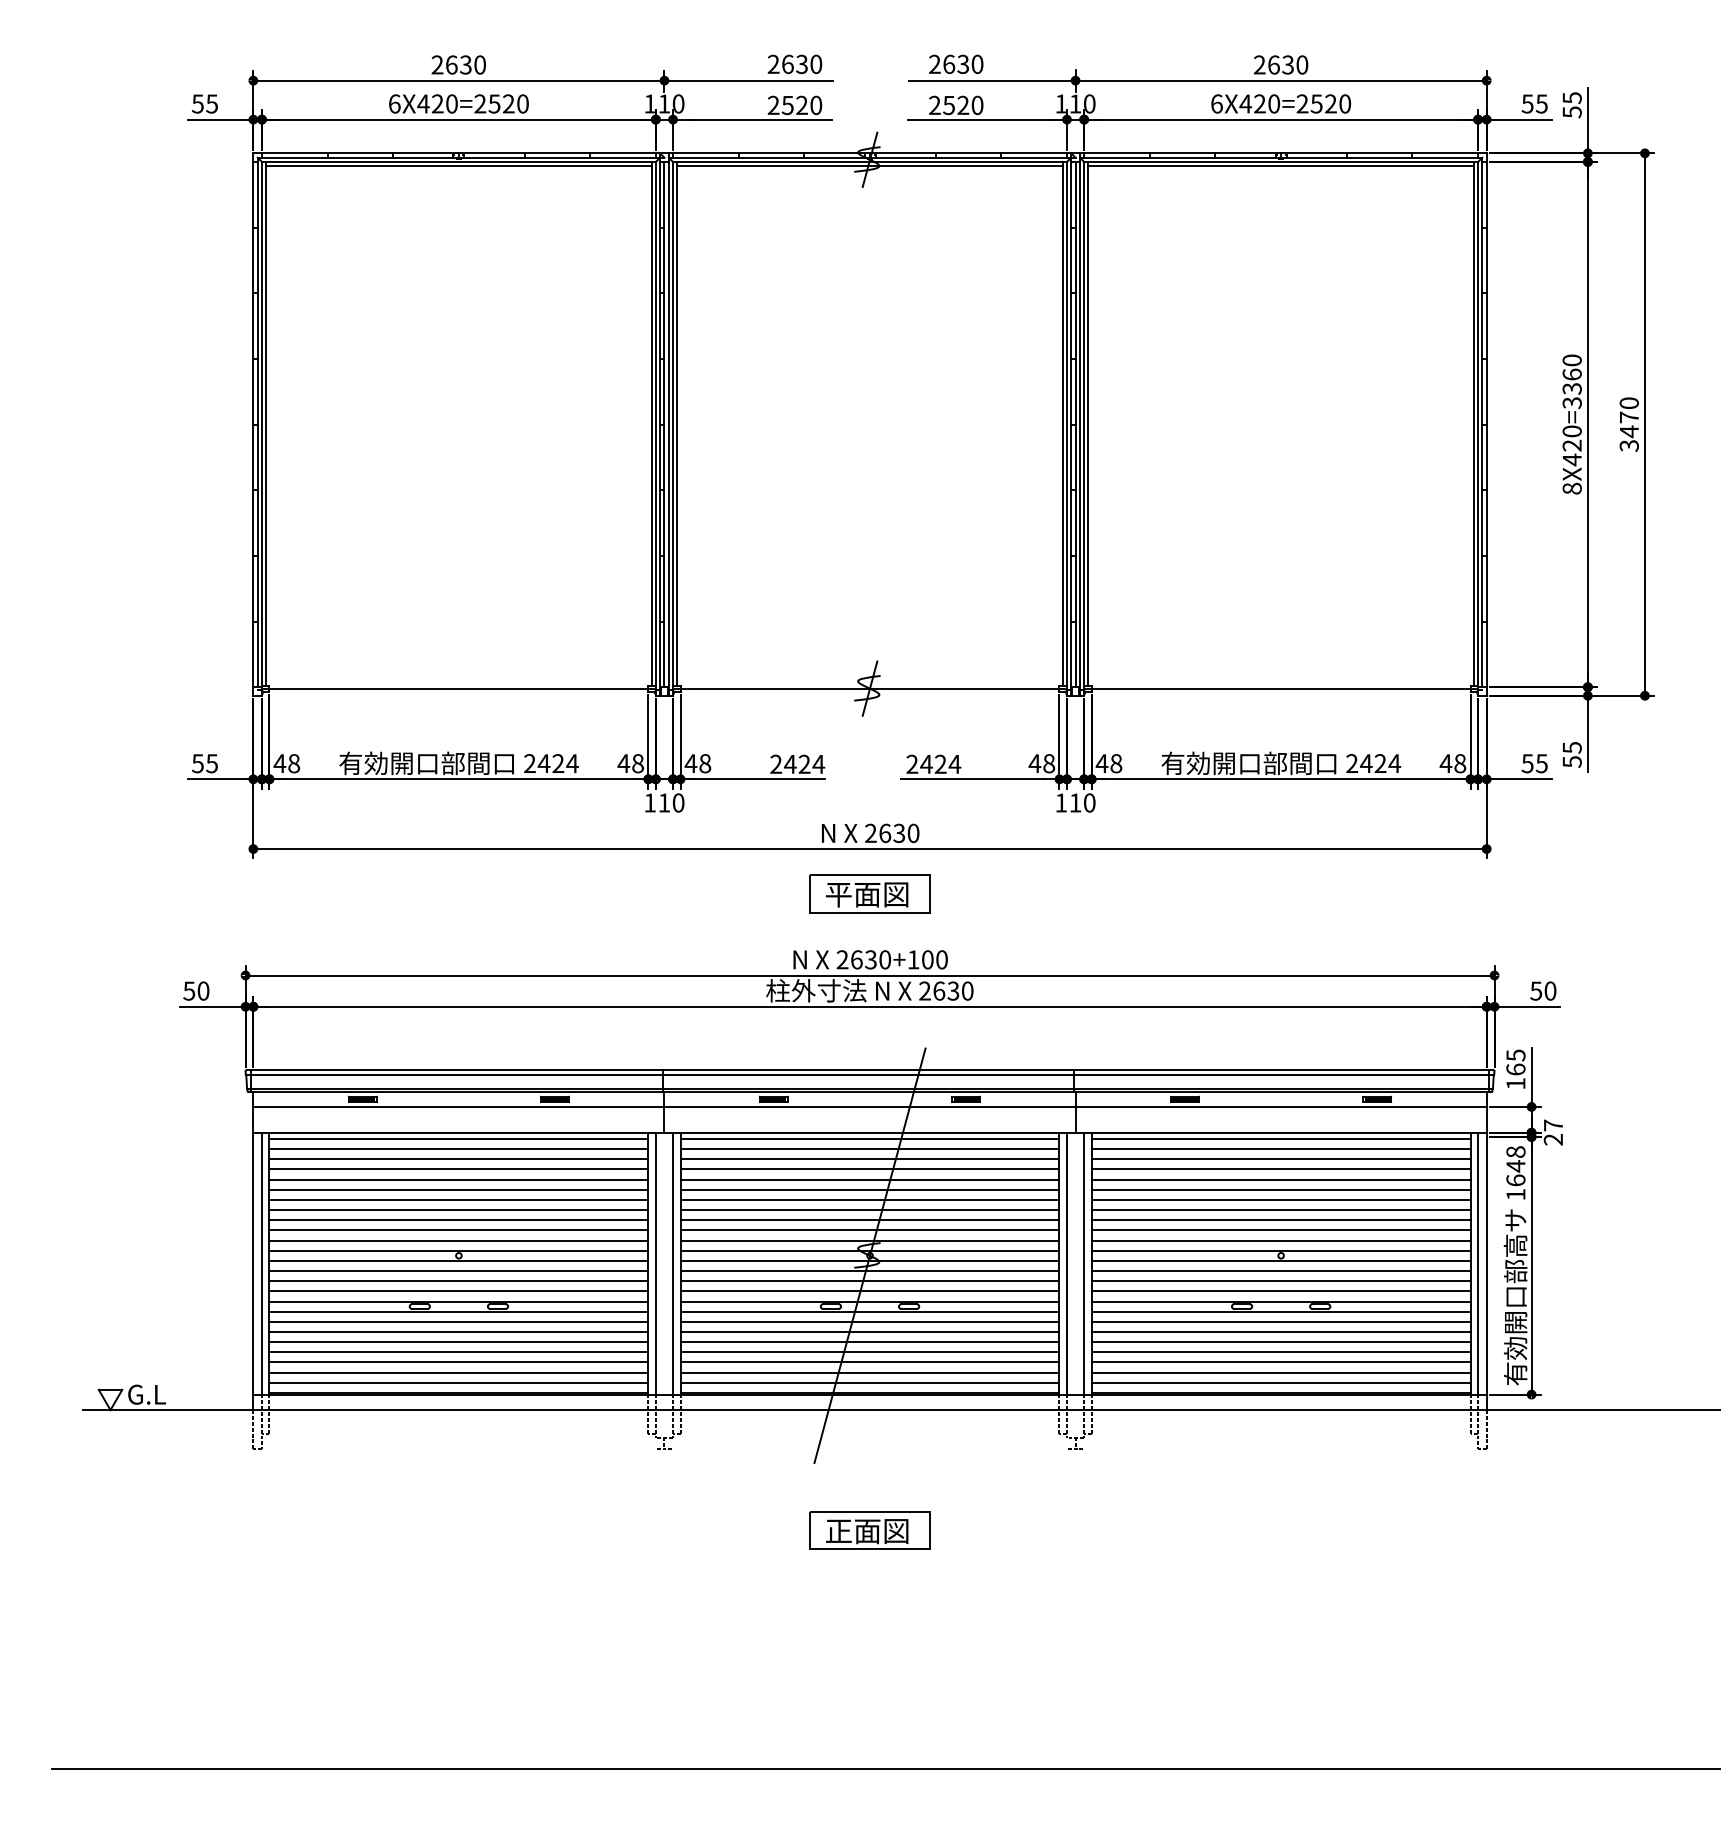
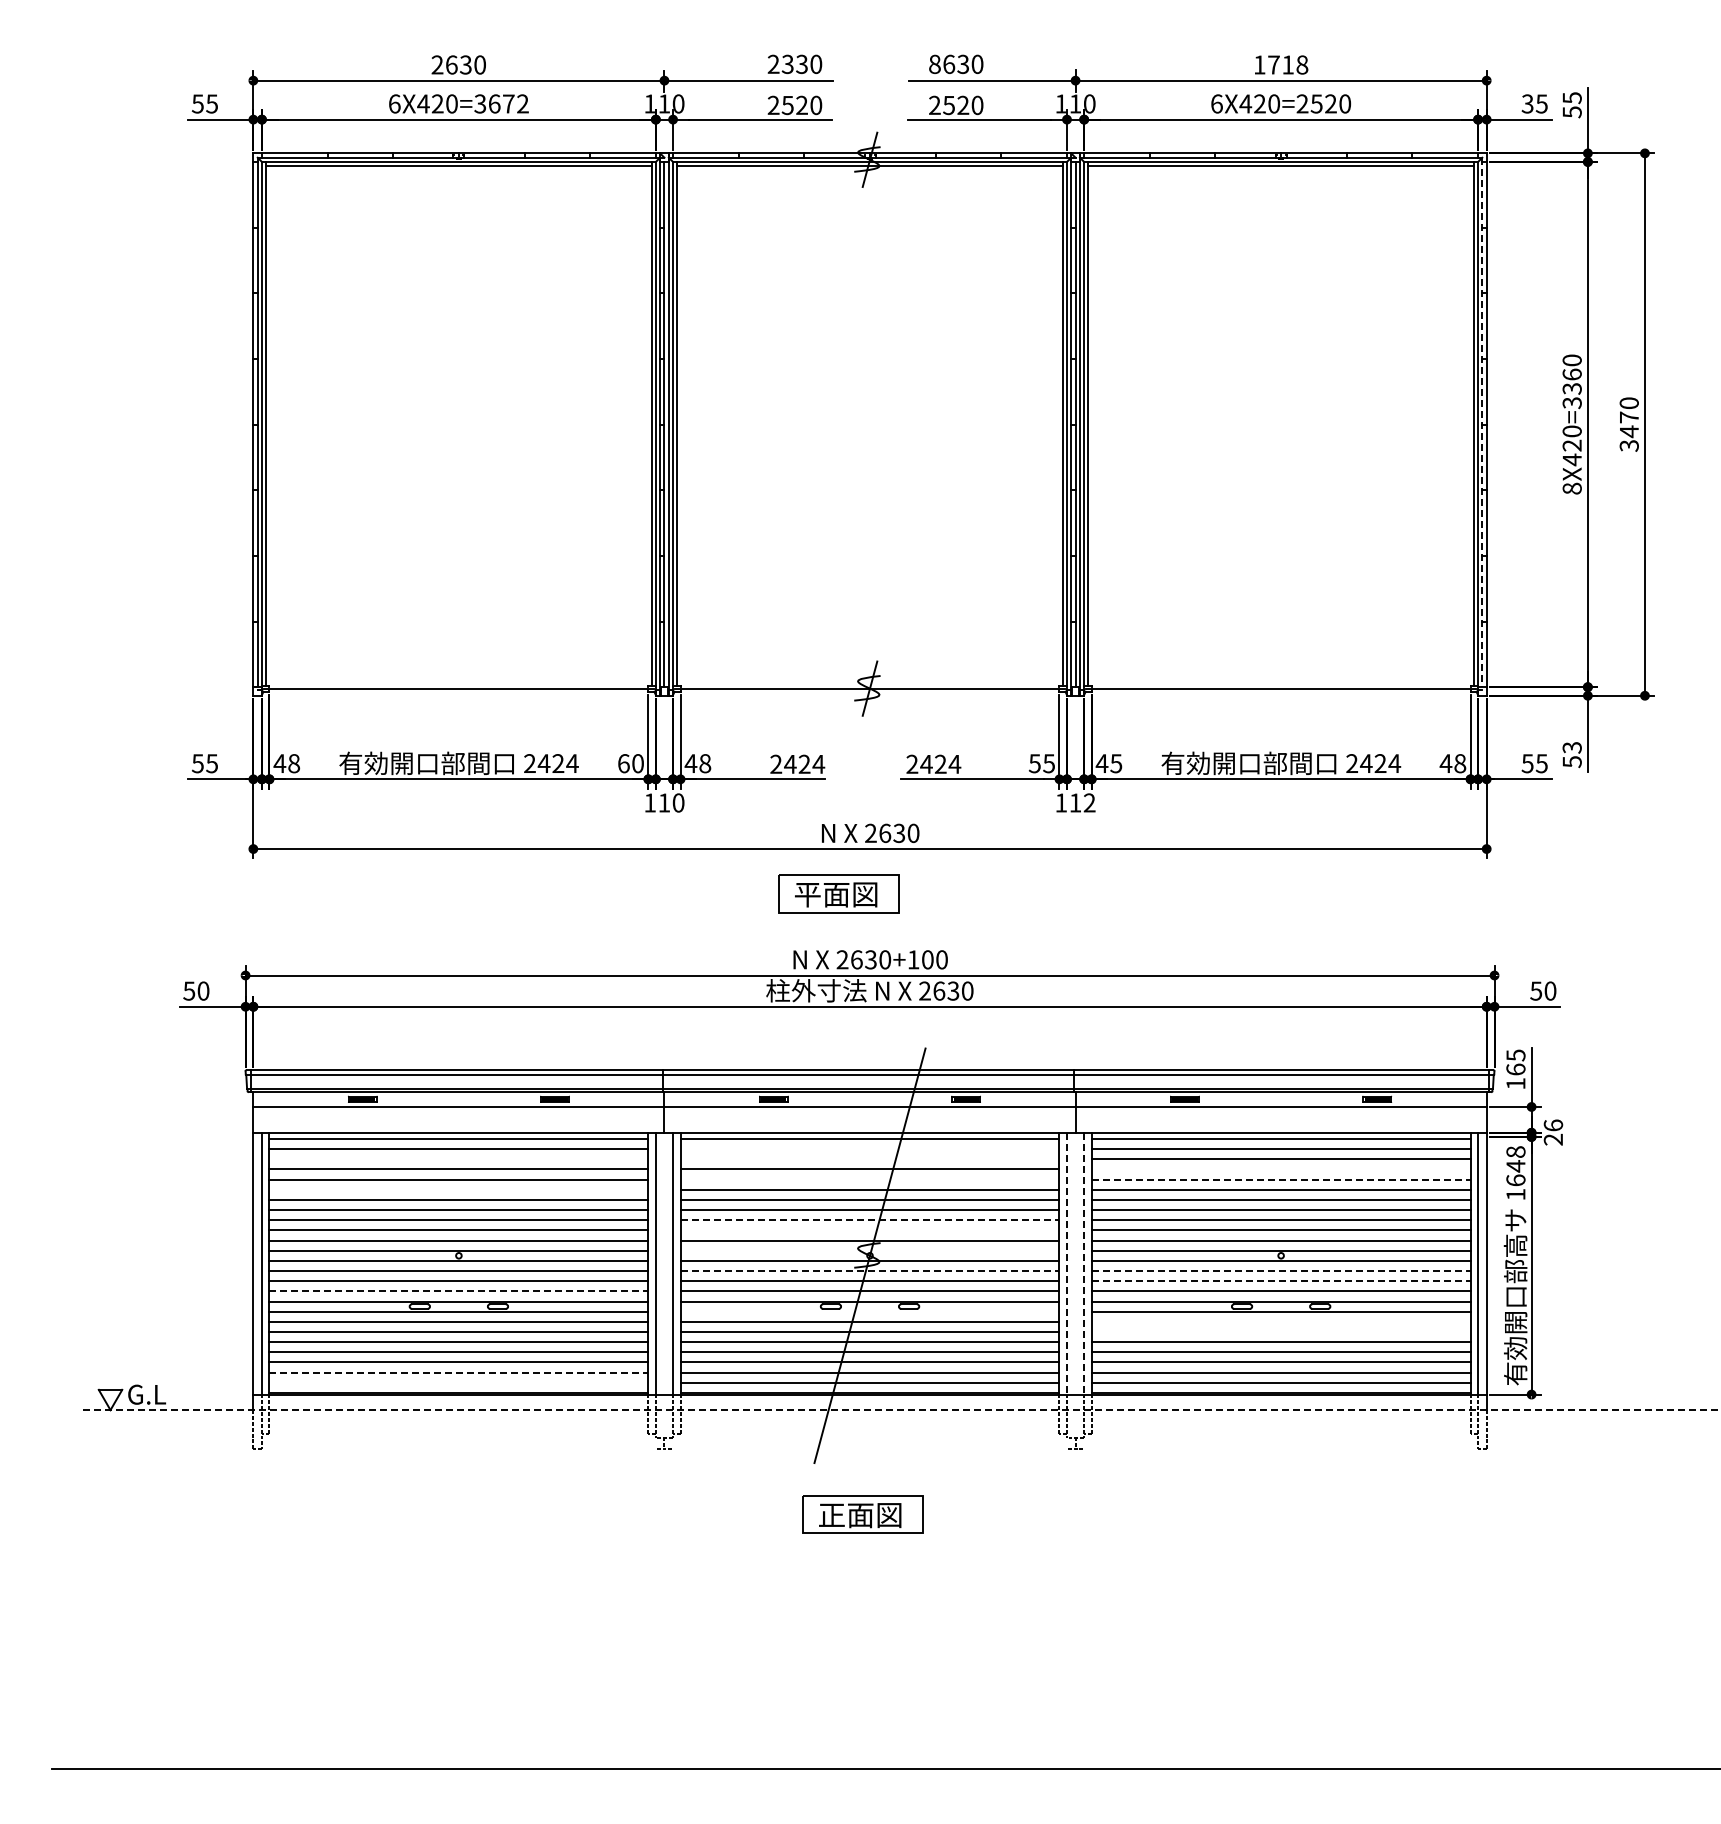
text at (787, 63): 2630 -> 2330
text at (934, 64): 2630 -> 8630
text at (1280, 64): 2630 -> 1718
text at (501, 103): 6X420=2520 -> 6X420=3672
text at (1527, 103): 55 -> 35
line at (1482, 422): solid -> dashed
text at (1571, 747): 55 -> 53
text at (630, 763): 48 -> 60
text at (1041, 763): 48 -> 55
text at (1116, 763): 48 -> 45
text at (1089, 802): 110 -> 112
part at (869, 893) position: (869, 893) -> (838, 893)
text at (1553, 1125): 27 -> 26
line at (869, 1149): present -> none
line at (458, 1159): present -> none
line at (869, 1159): present -> none
line at (1280, 1169): present -> none
line at (869, 1179): present -> none
line at (1281, 1179): solid -> dashed
line at (458, 1189): present -> none
line at (870, 1220): solid -> dashed
line at (869, 1230): present -> none
line at (869, 1250): present -> none
line at (1066, 1263): solid -> dashed
line at (1084, 1263): solid -> dashed
line at (870, 1271): solid -> dashed
line at (1281, 1271): solid -> dashed
line at (1281, 1281): solid -> dashed
line at (459, 1291): solid -> dashed
line at (869, 1311): present -> none
line at (1280, 1321): present -> none
line at (1280, 1332): present -> none
line at (459, 1372): solid -> dashed
line at (458, 1382): present -> none
line at (902, 1410): solid -> dashed
part at (869, 1530) position: (869, 1530) -> (862, 1514)
